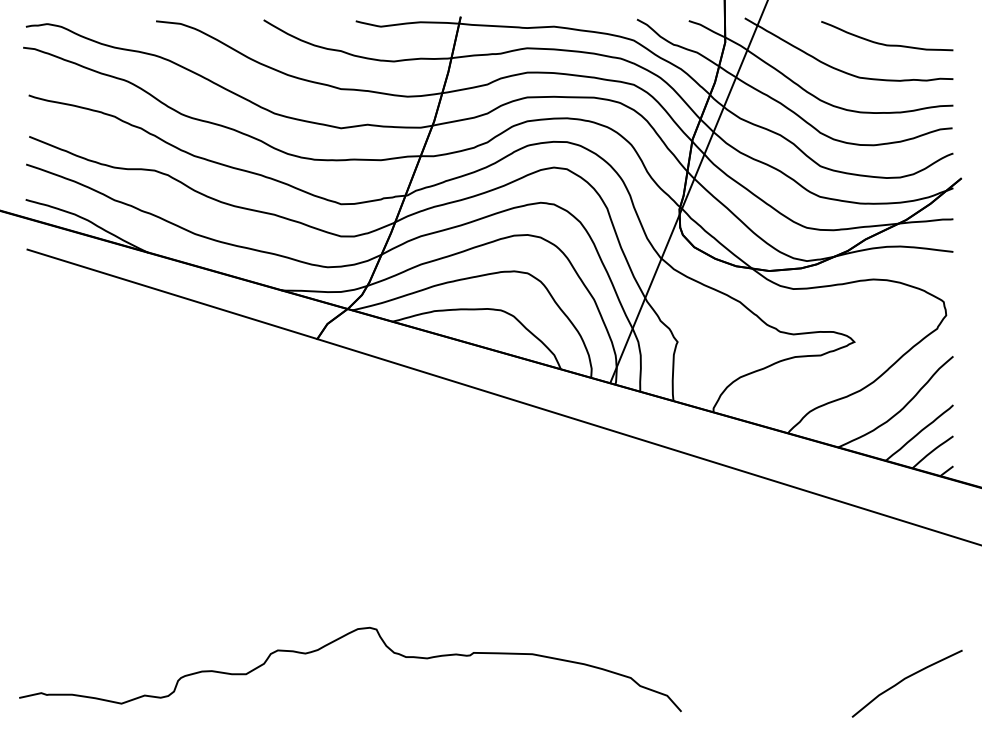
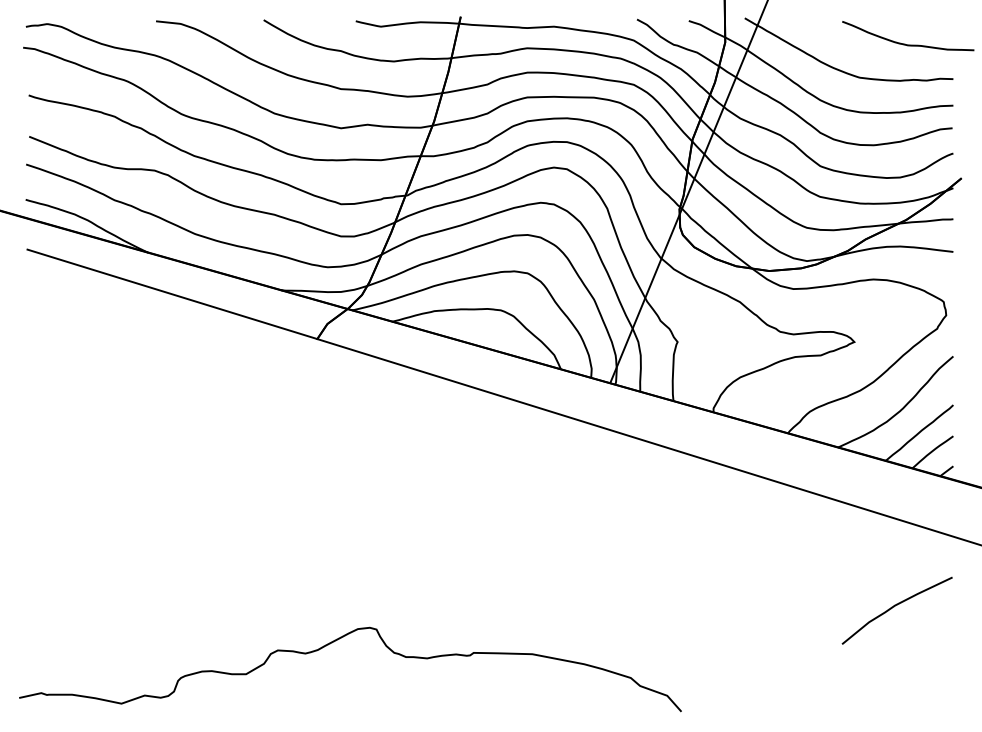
curve at (884, 43) position: (884, 43) -> (905, 43)
curve at (904, 680) position: (904, 680) -> (894, 607)
